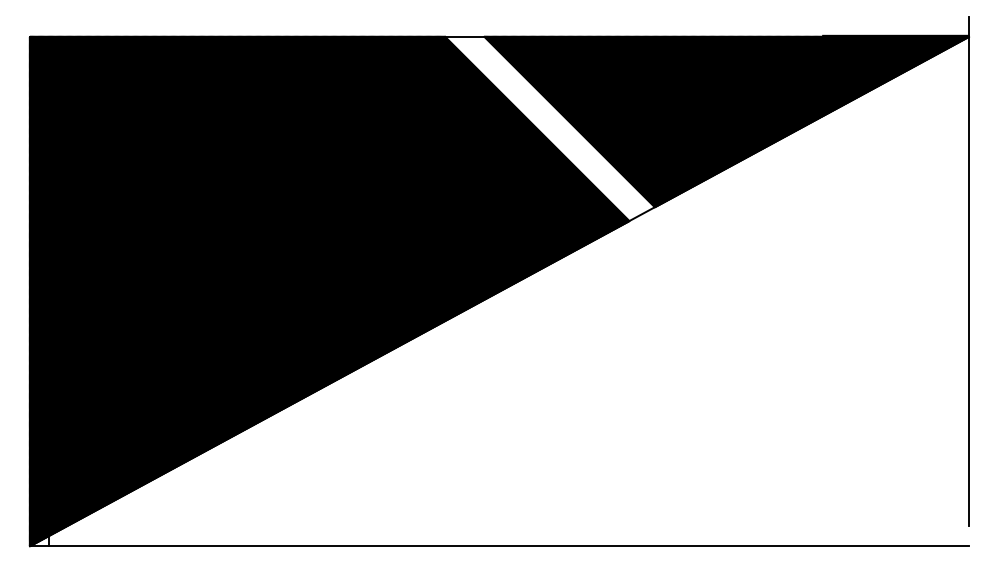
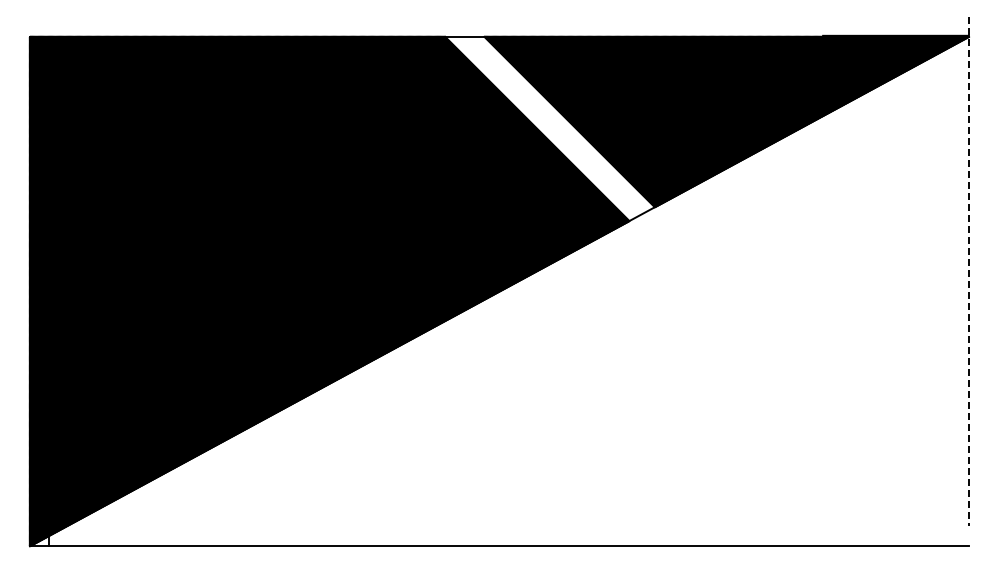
line at (968, 271): solid -> dashed
